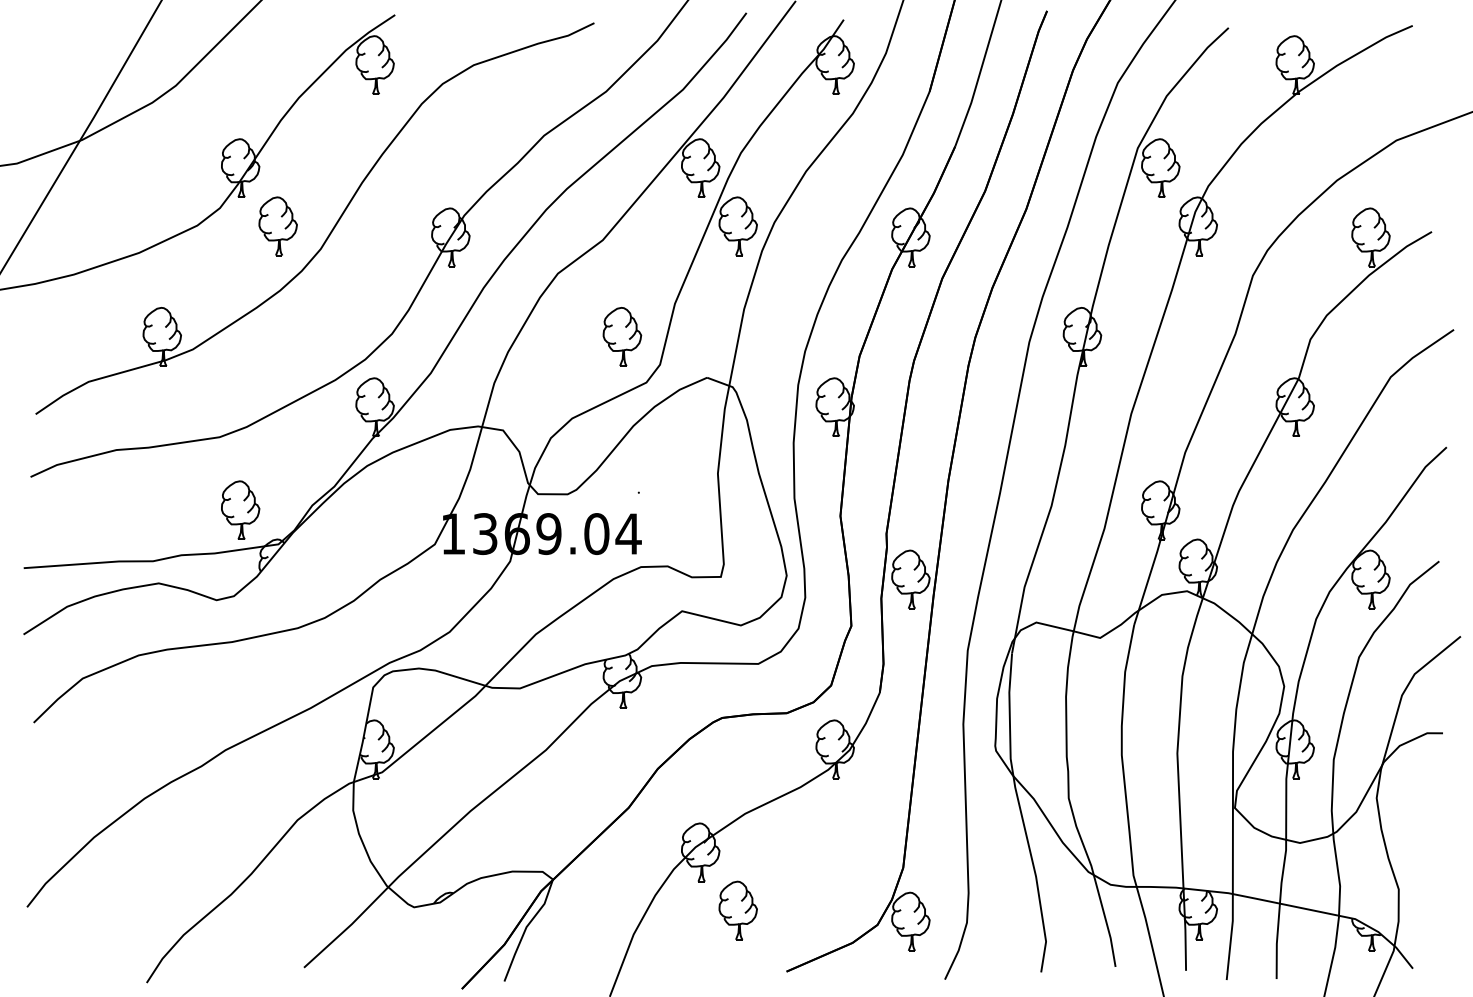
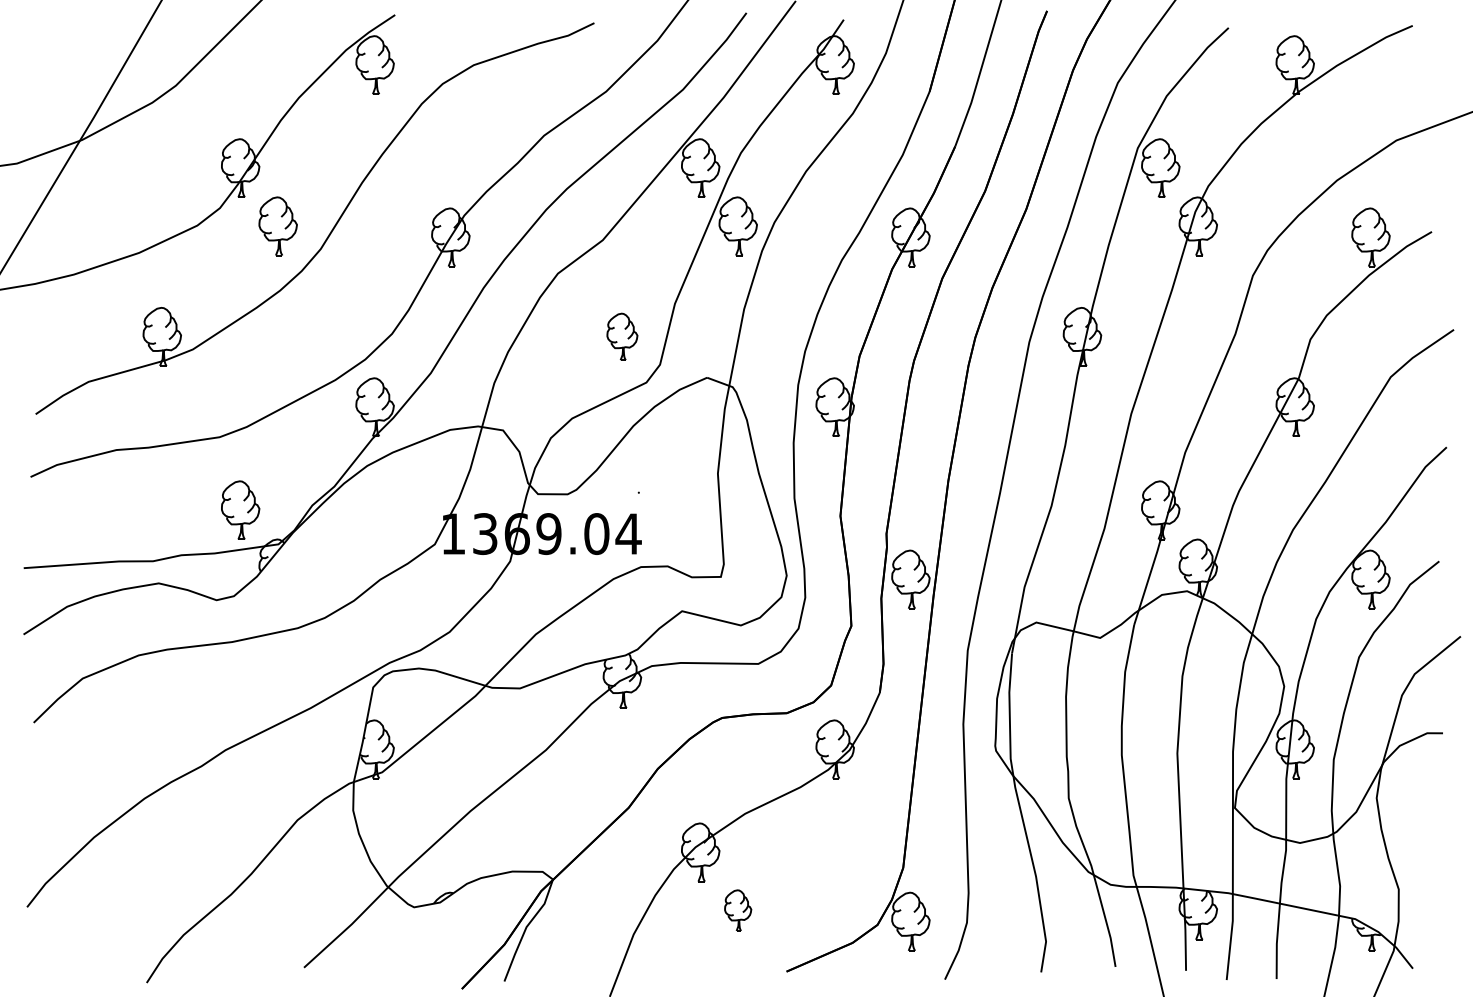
part at (622, 336) size: 41x60 px -> 33x49 px
part at (737, 910) size: 40x61 px -> 29x43 px
